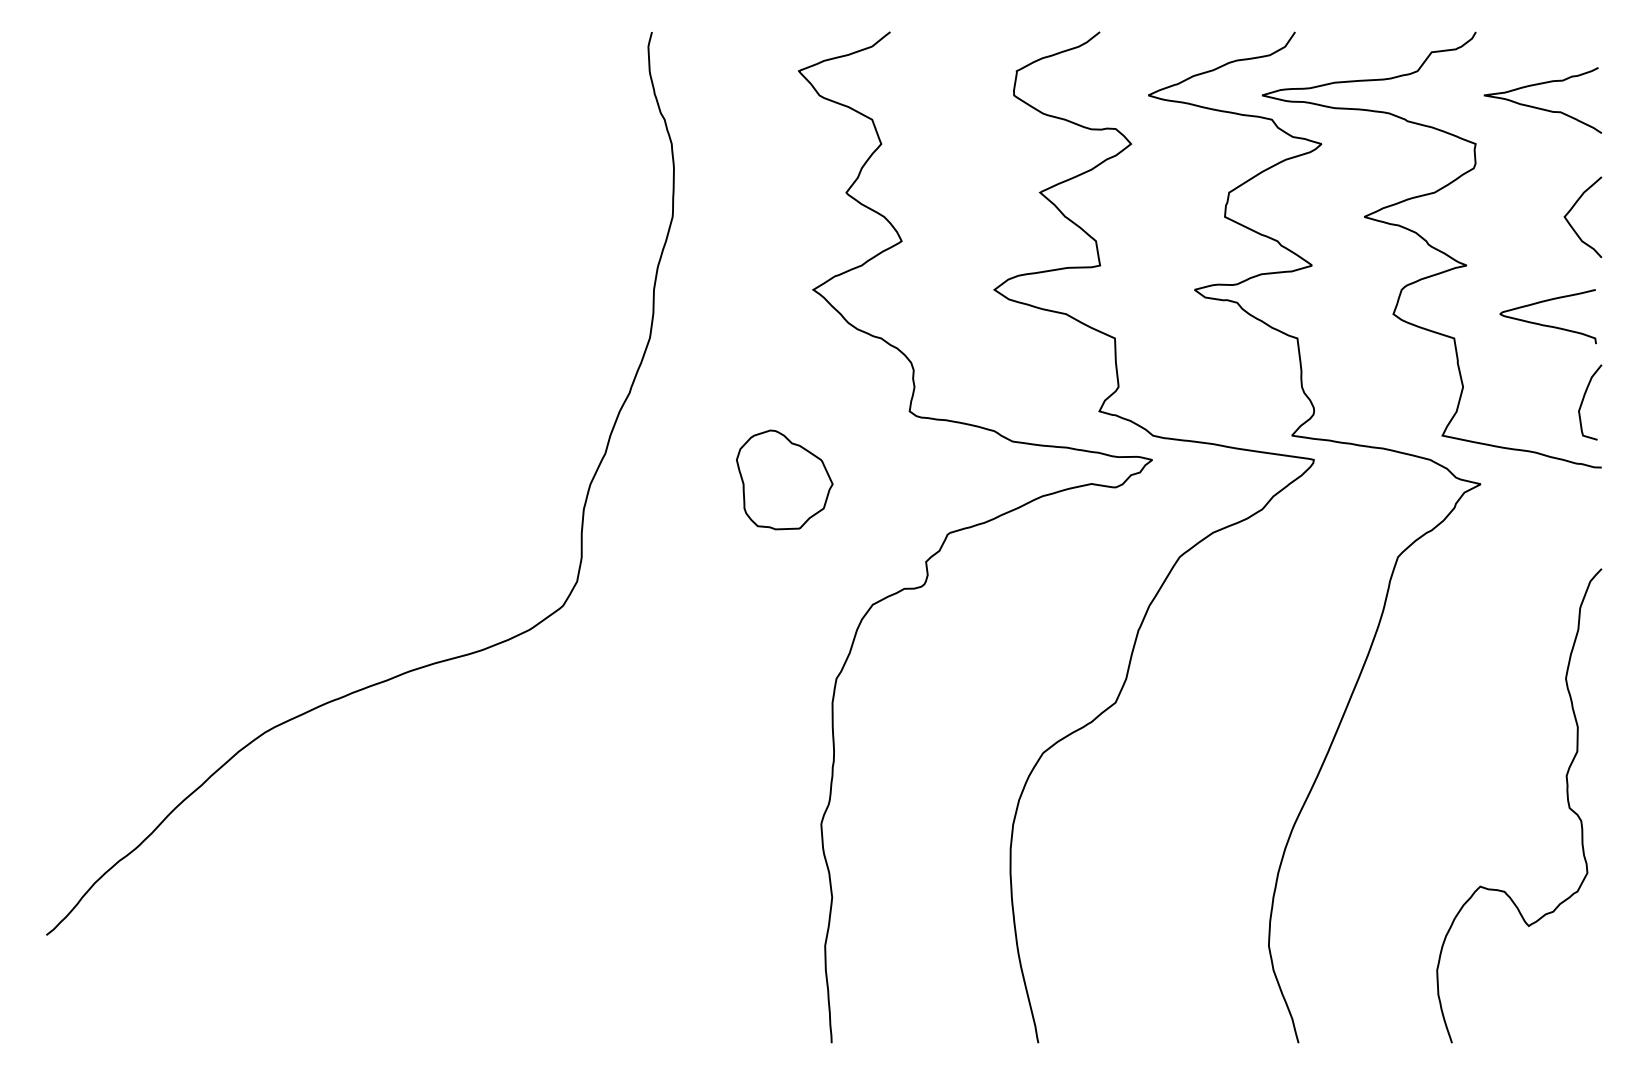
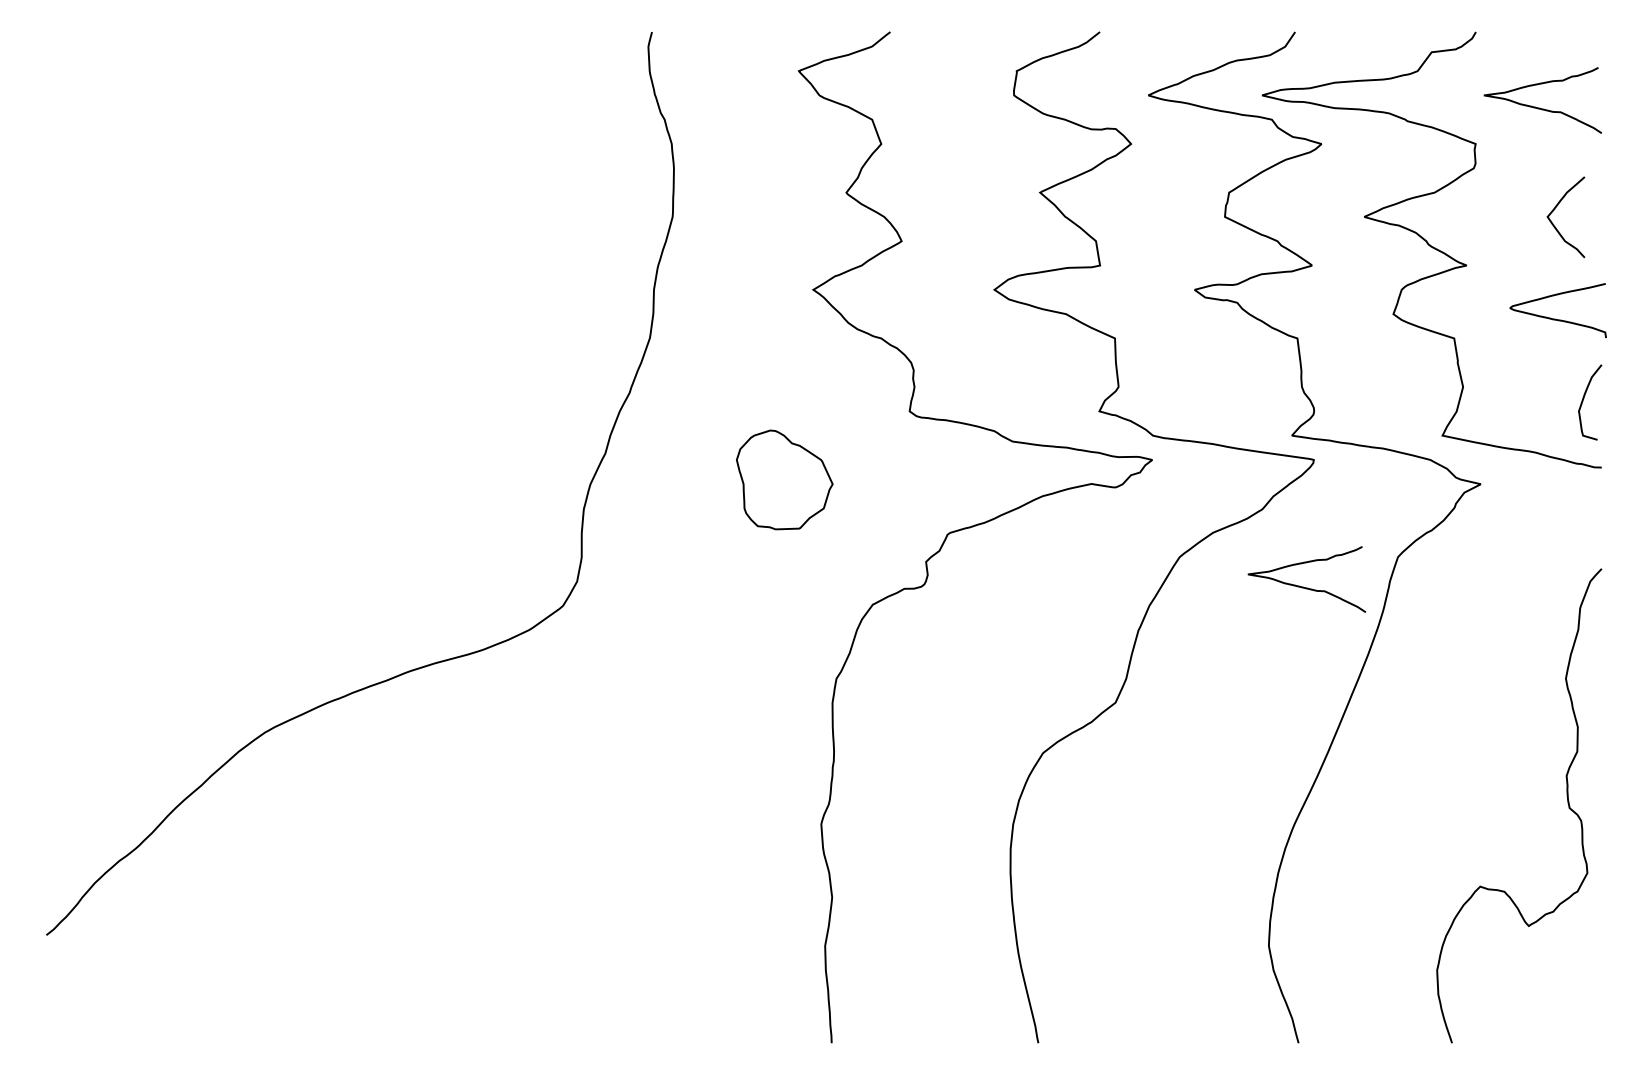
curve at (1572, 209) position: (1572, 209) -> (1555, 209)
curve at (1545, 324) position: (1545, 324) -> (1555, 318)
curve at (1303, 586): none -> present
